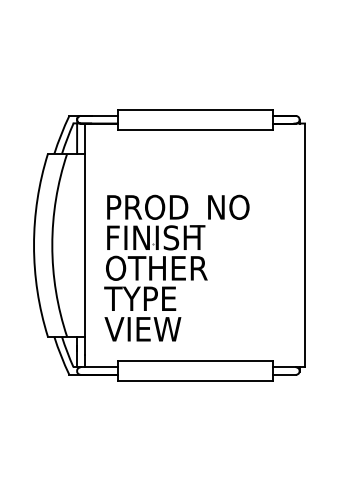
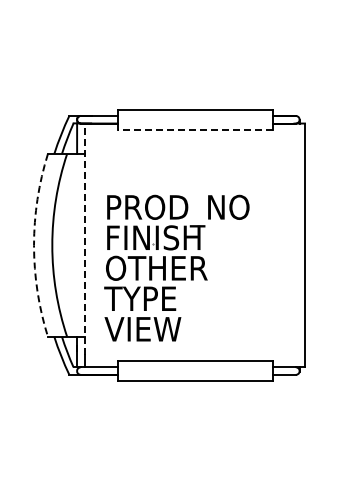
line at (195, 129): solid -> dashed
line at (84, 239): solid -> dashed
arc at (34, 245): solid -> dashed
